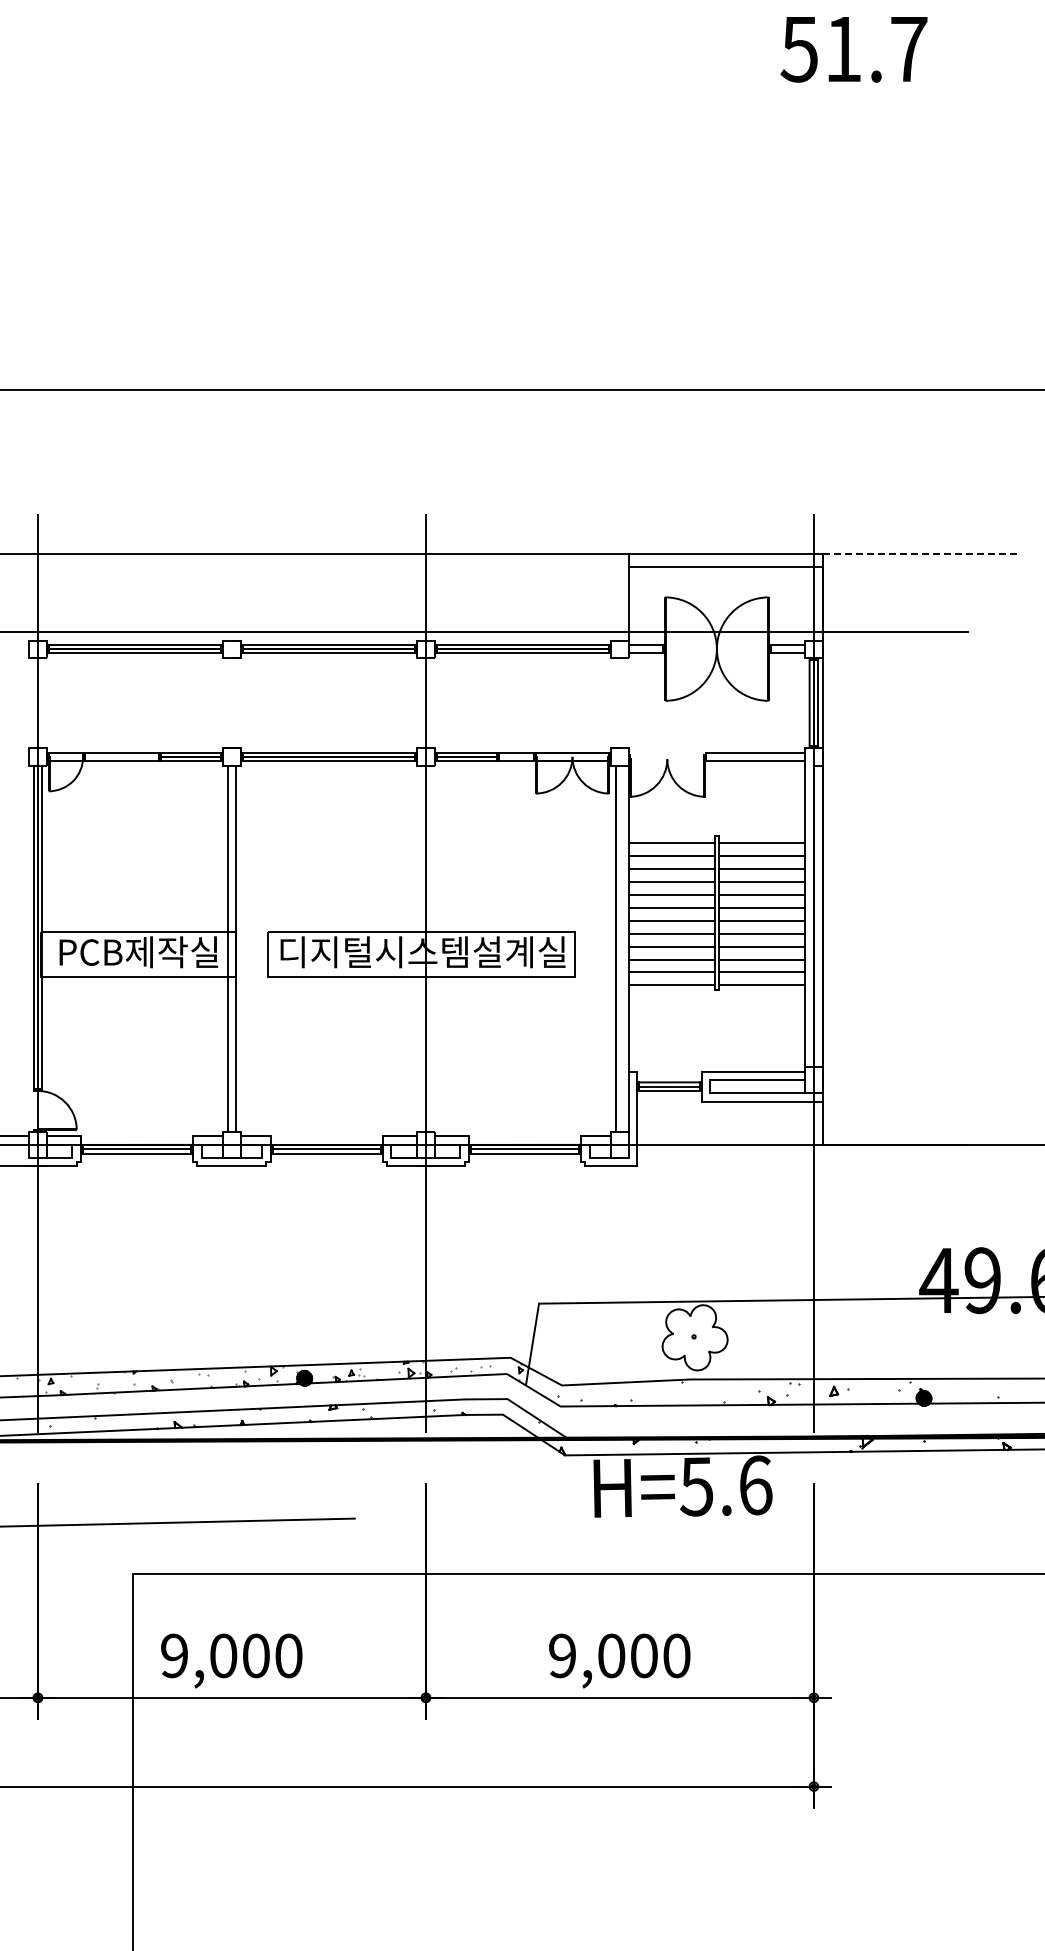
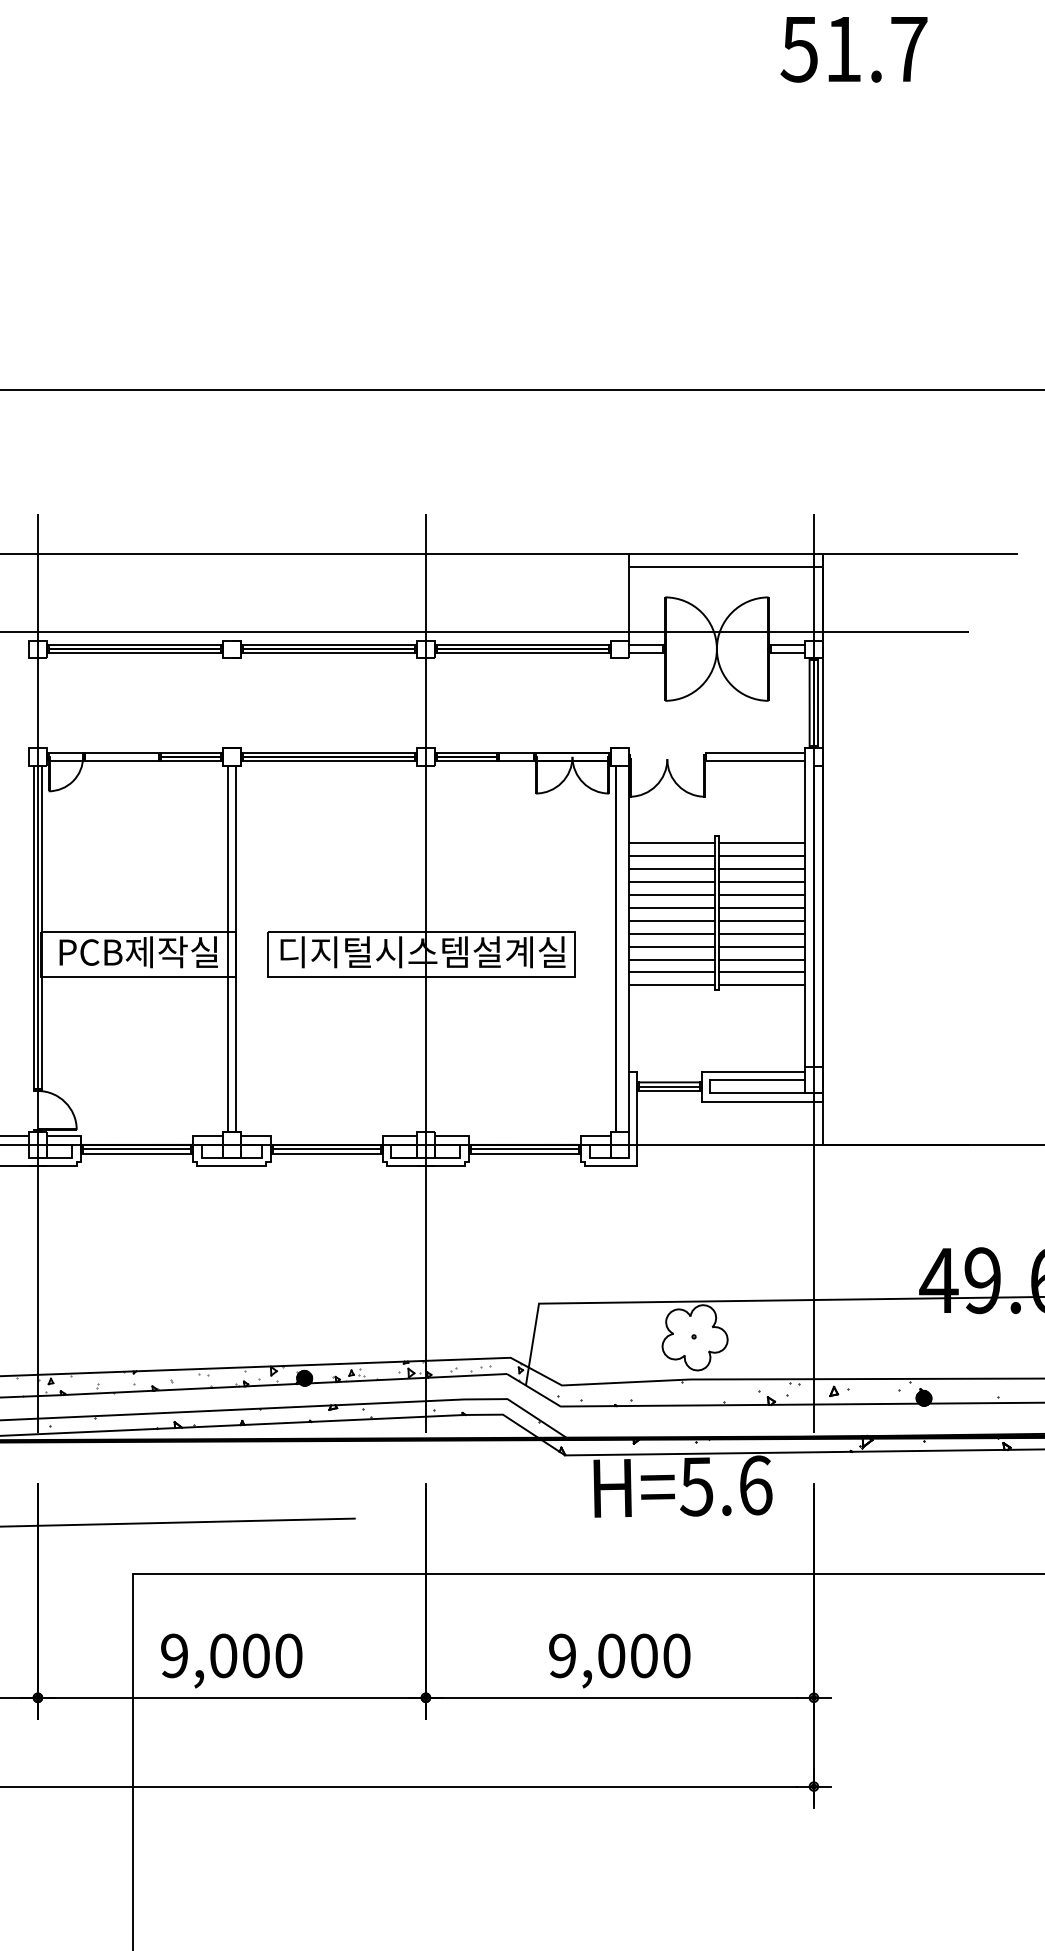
line at (919, 554): dashed -> solid
